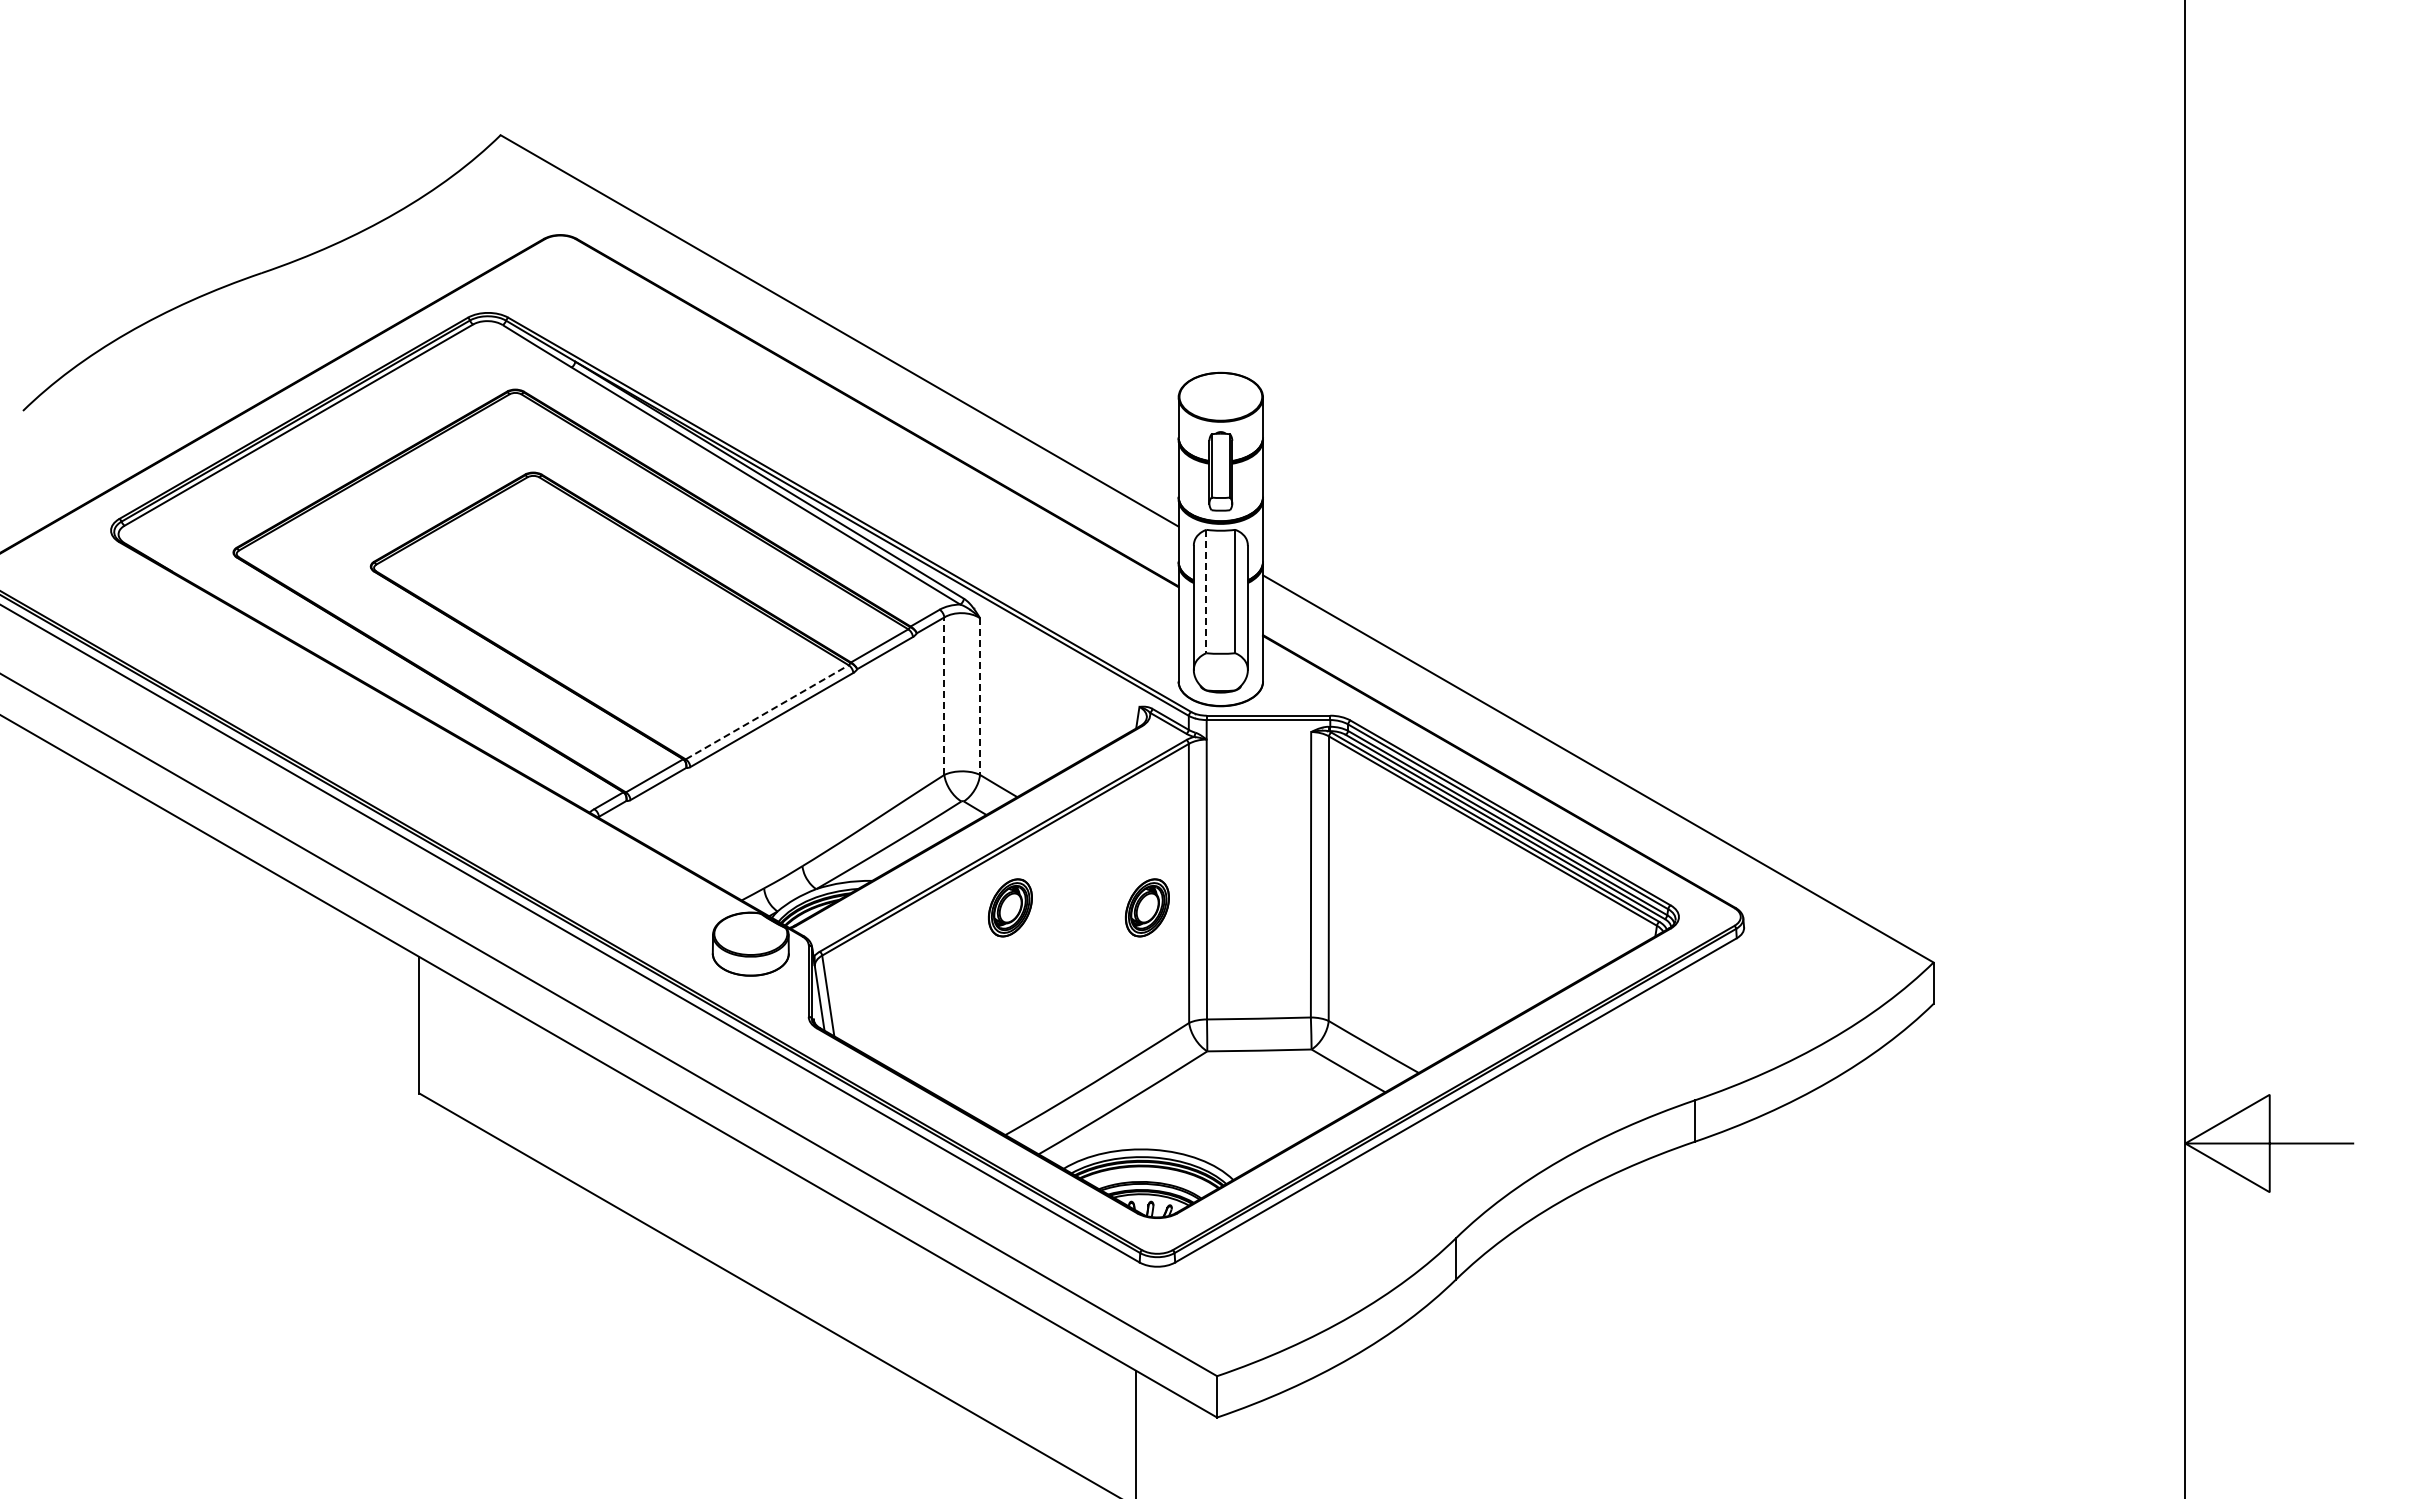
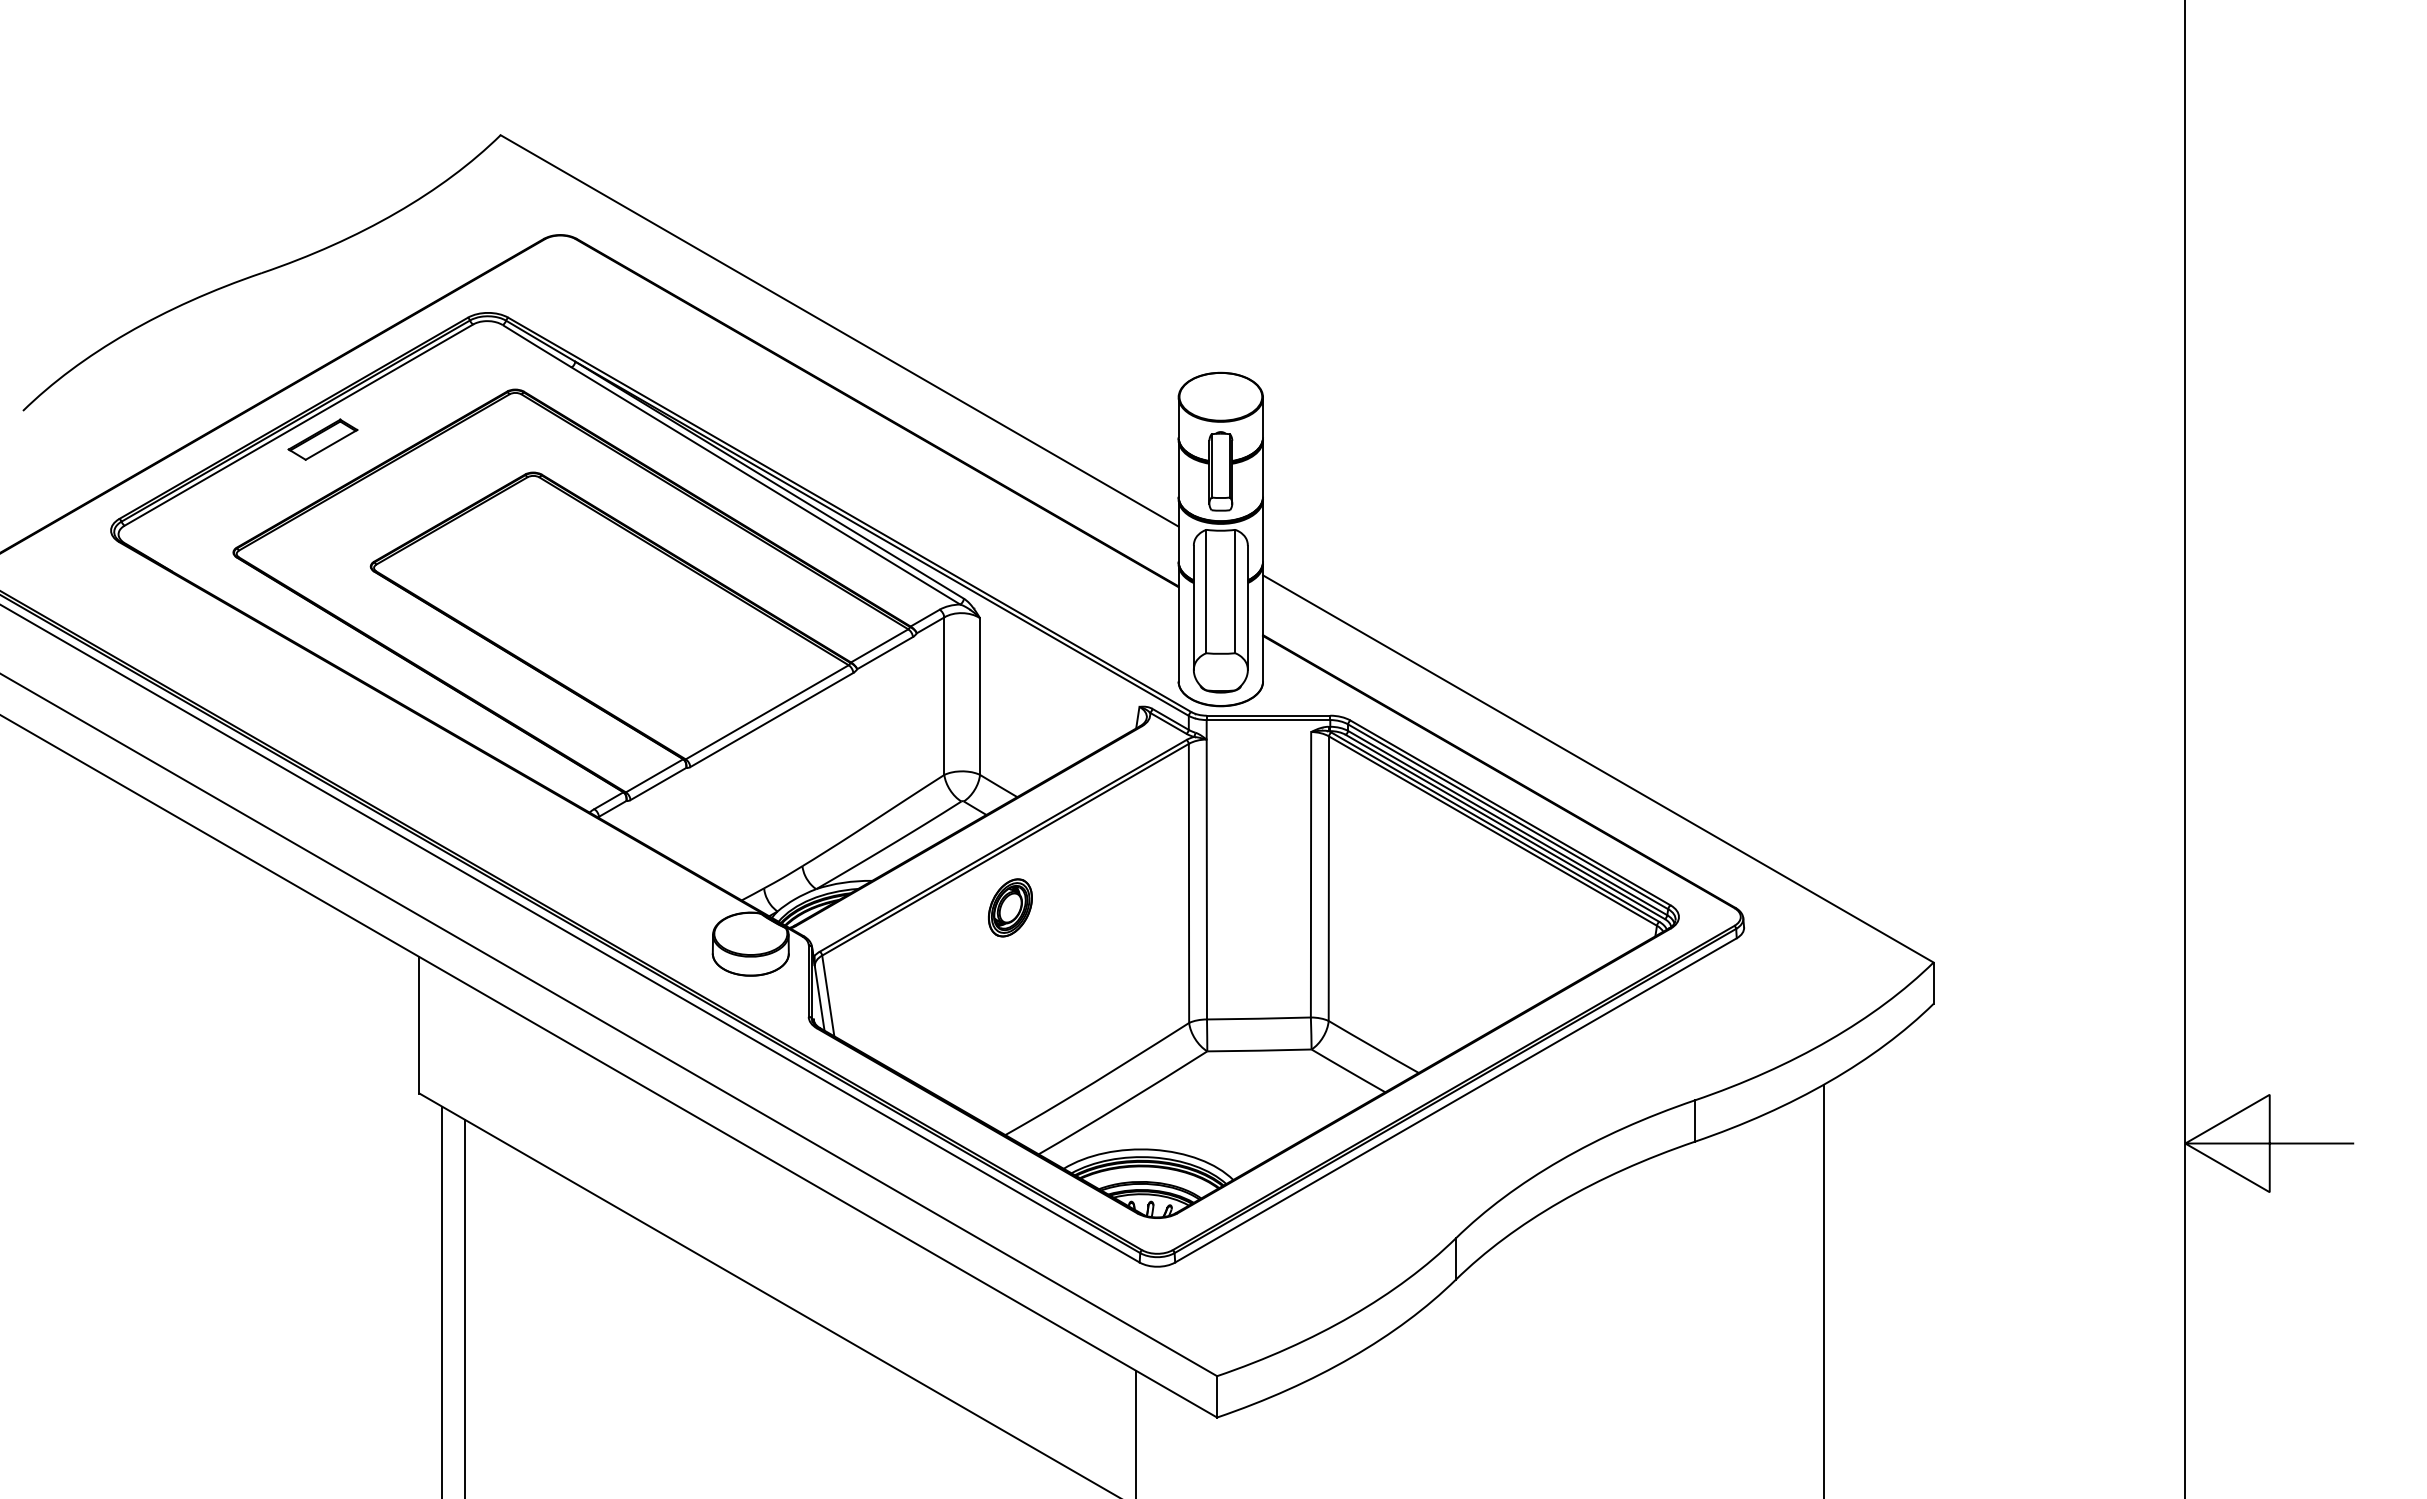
part at (322, 439): none -> present
line at (1206, 591): dashed -> solid
line at (944, 696): dashed -> solid
line at (980, 697): dashed -> solid
line at (767, 712): dashed -> solid
part at (1146, 907): present -> none
line at (1823, 1289): none -> present
line at (442, 1300): none -> present
line at (464, 1307): none -> present
